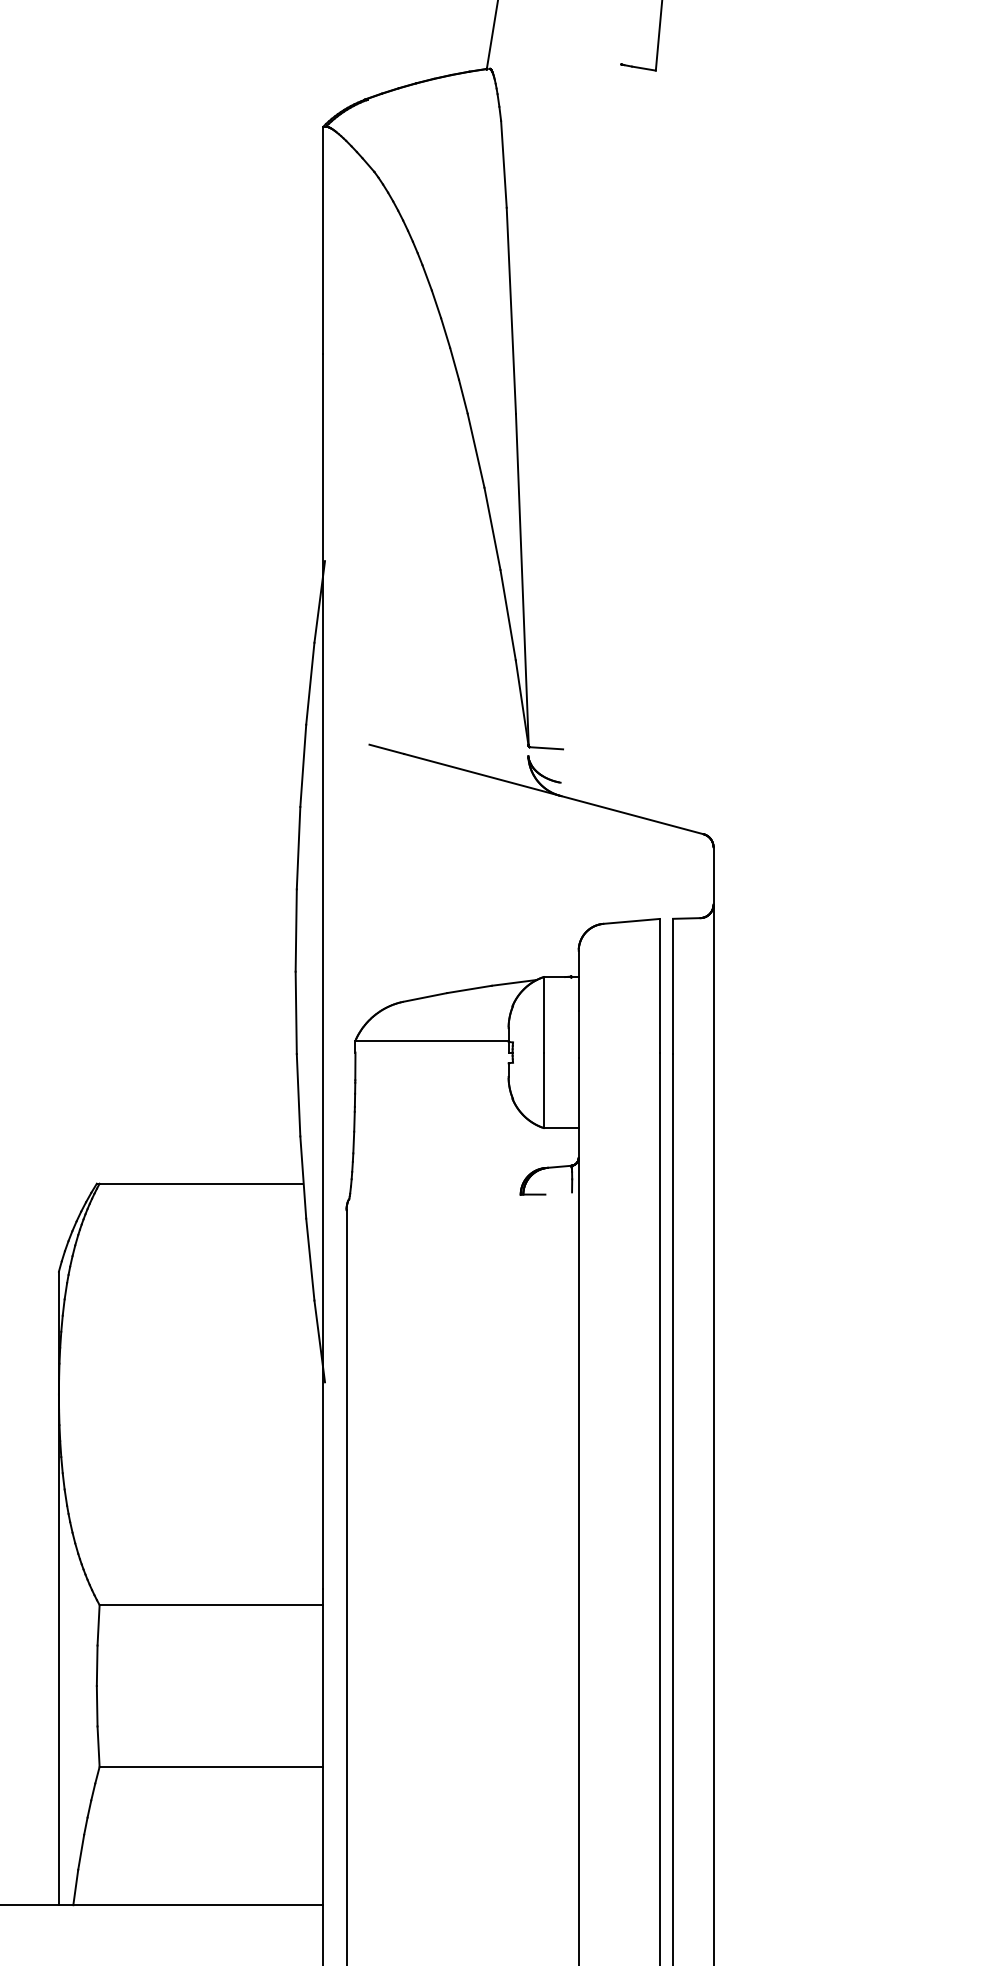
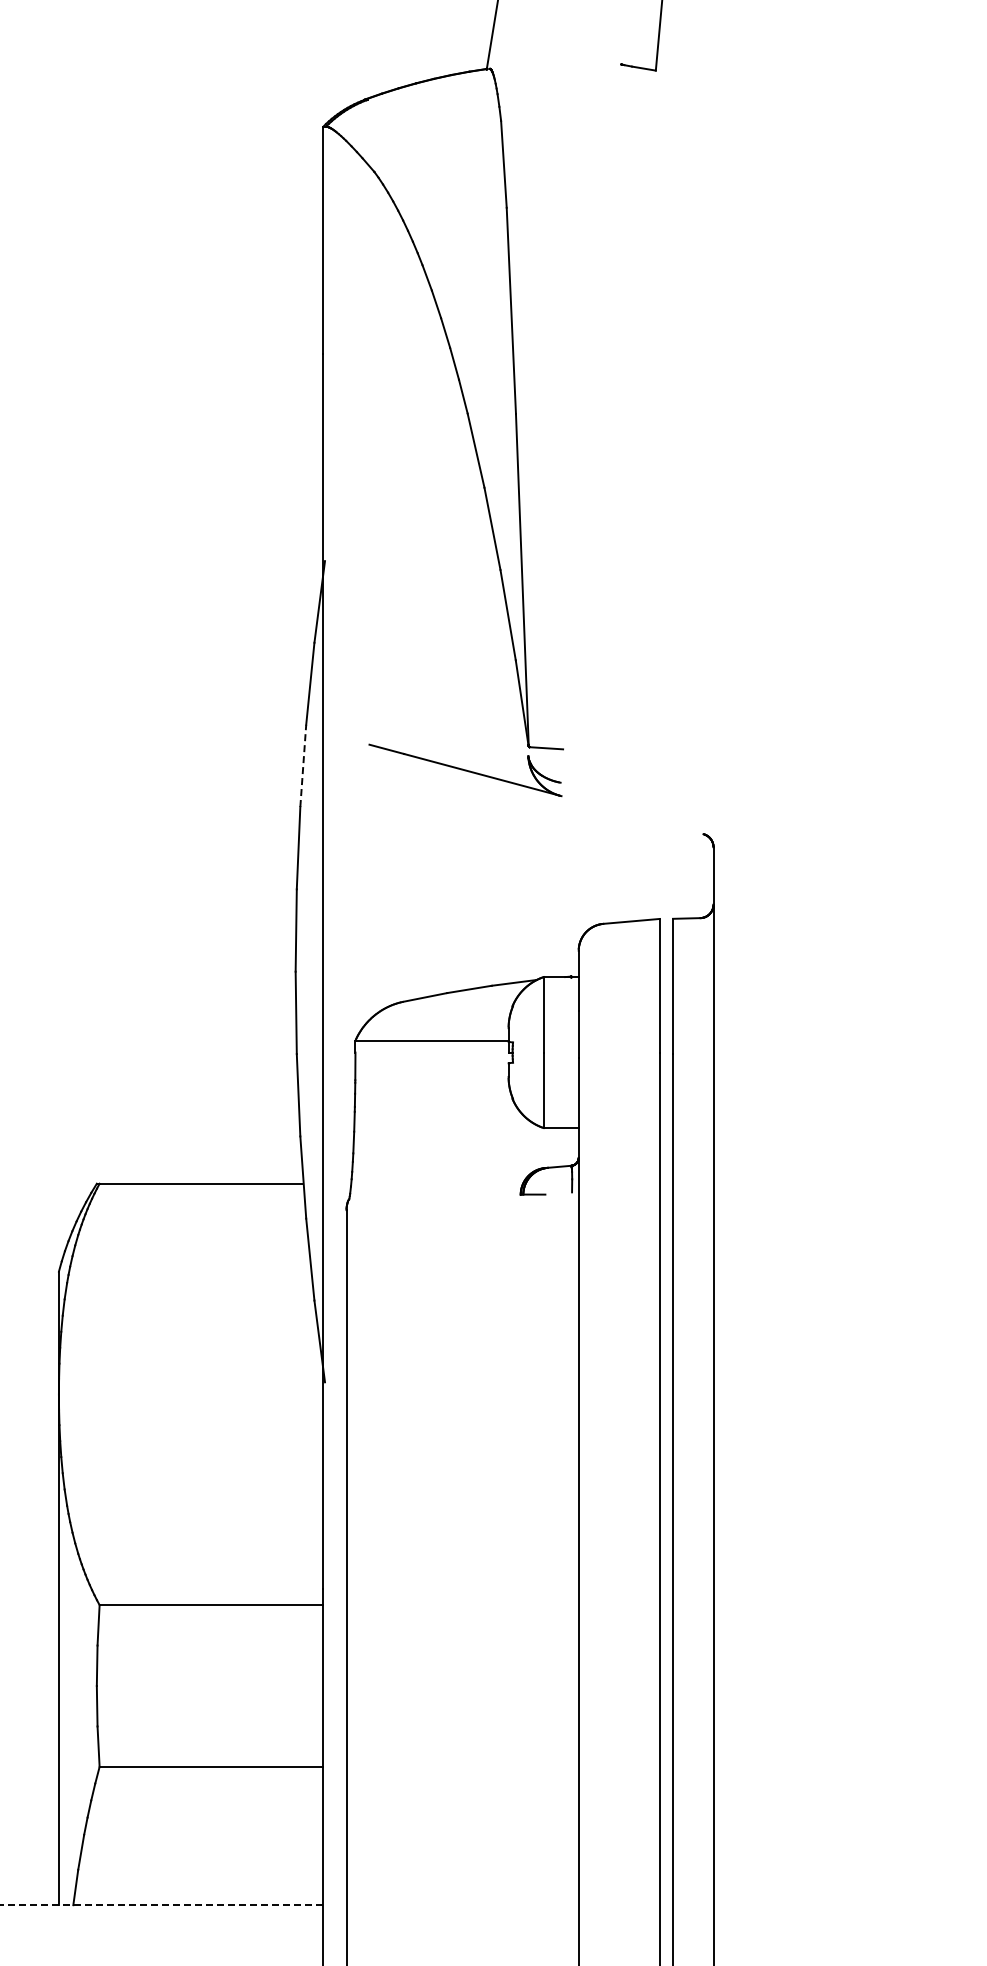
line at (303, 765): solid -> dashed
line at (632, 815): present -> none
line at (161, 1905): solid -> dashed
